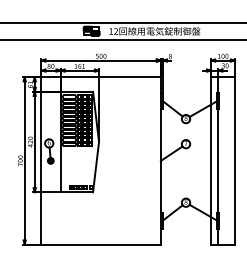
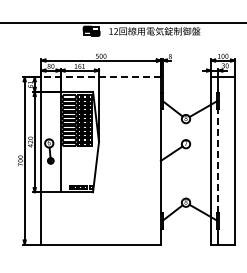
line at (122, 39): present -> none
line at (101, 77): solid -> dashed
line at (218, 160): solid -> dashed
